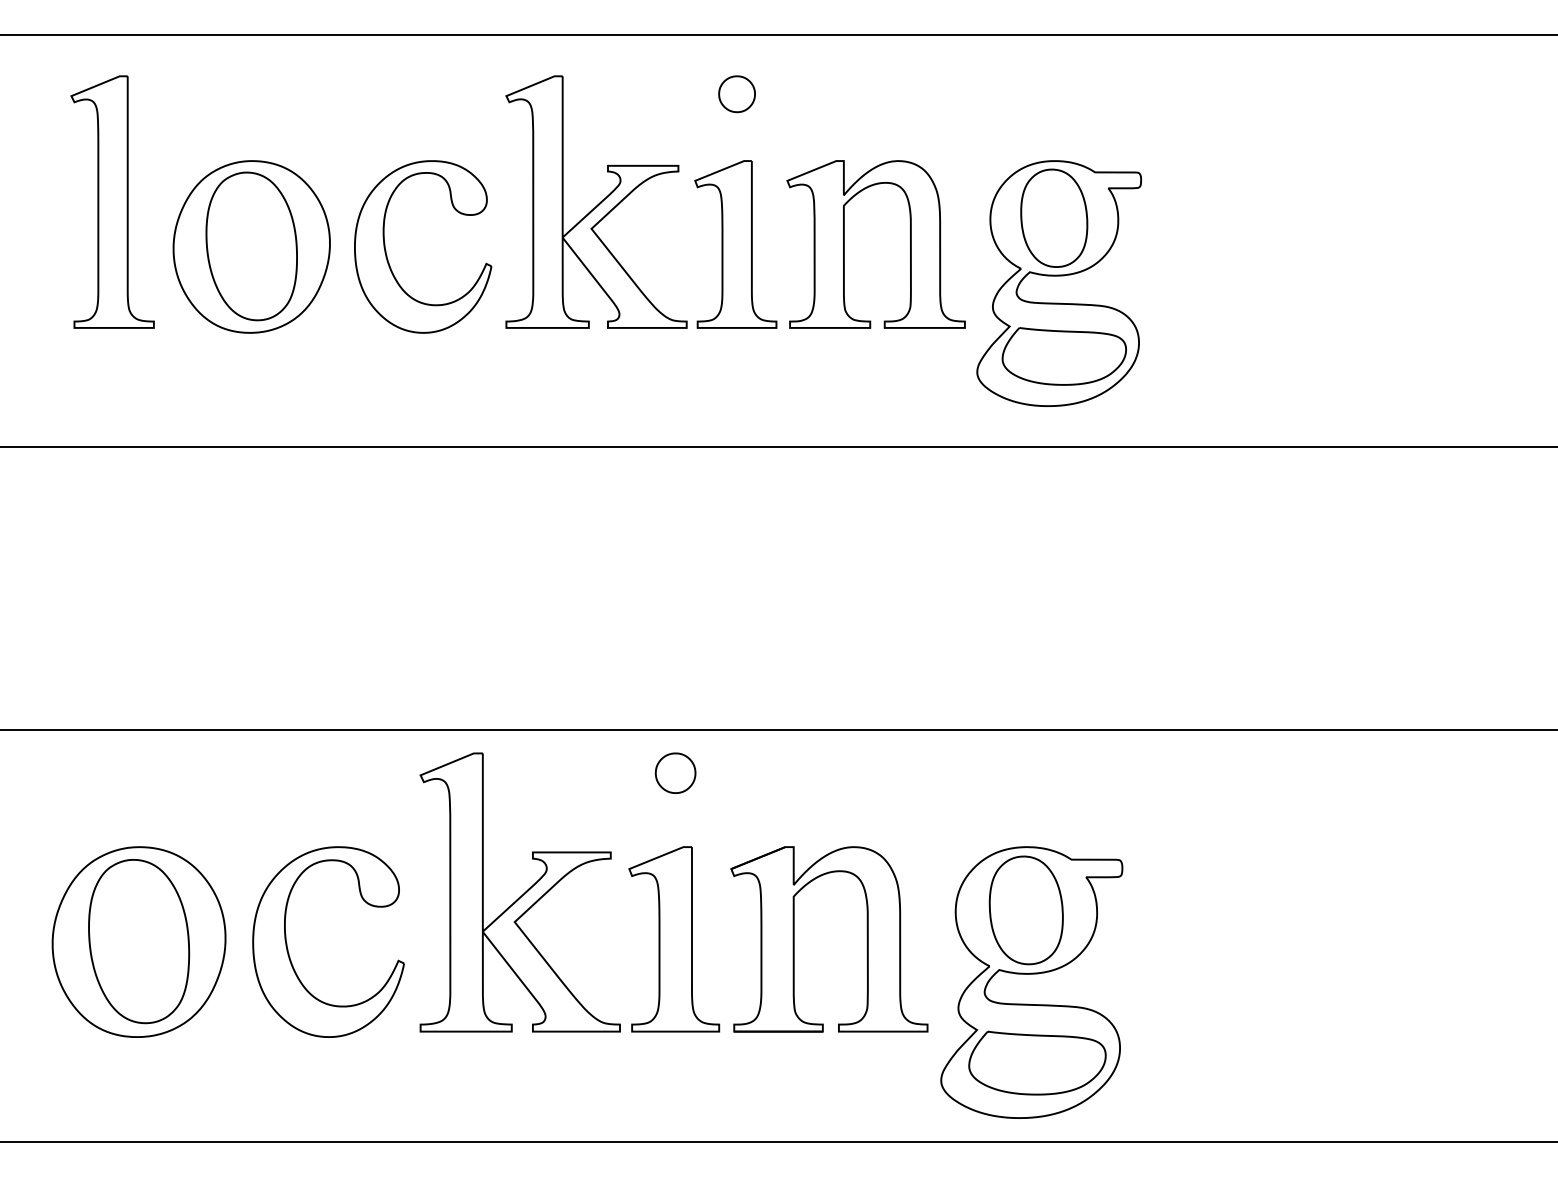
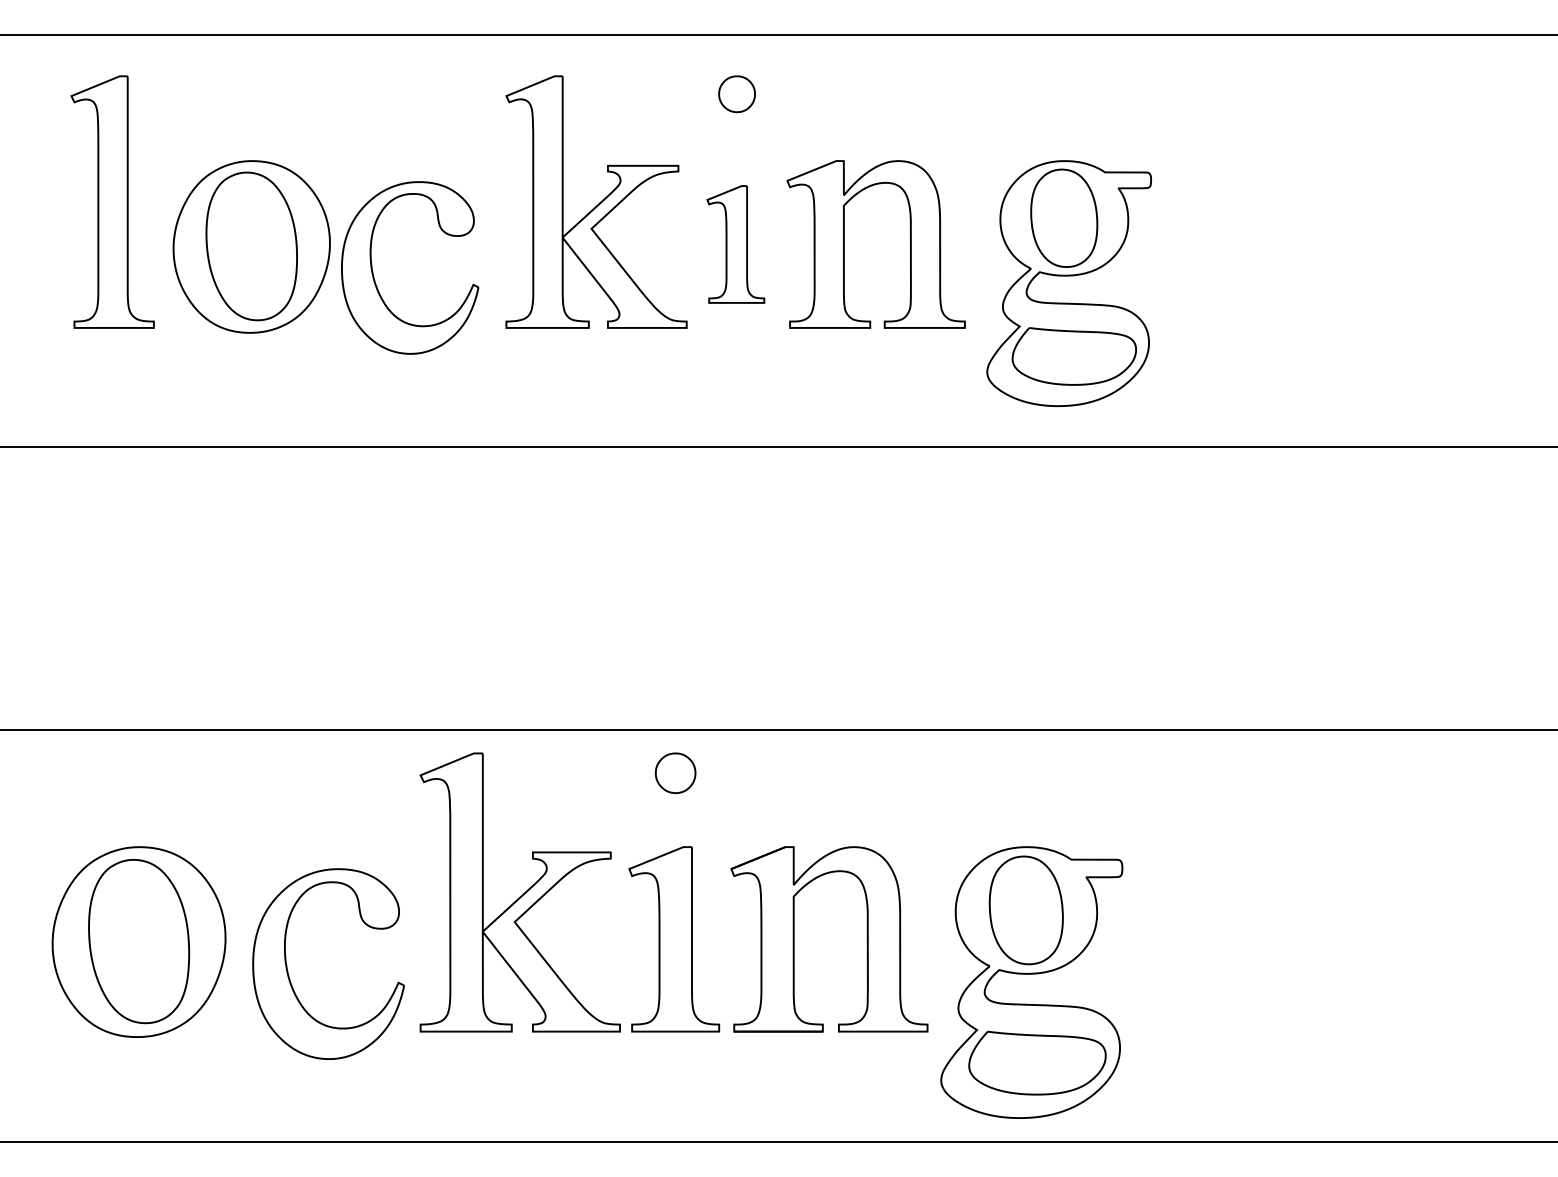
part at (735, 244) size: 84x169 px -> 60x119 px
part at (387, 255) position: (387, 255) -> (374, 276)
part at (1058, 276) position: (1058, 276) -> (1068, 276)
part at (288, 949) position: (288, 949) -> (288, 971)
